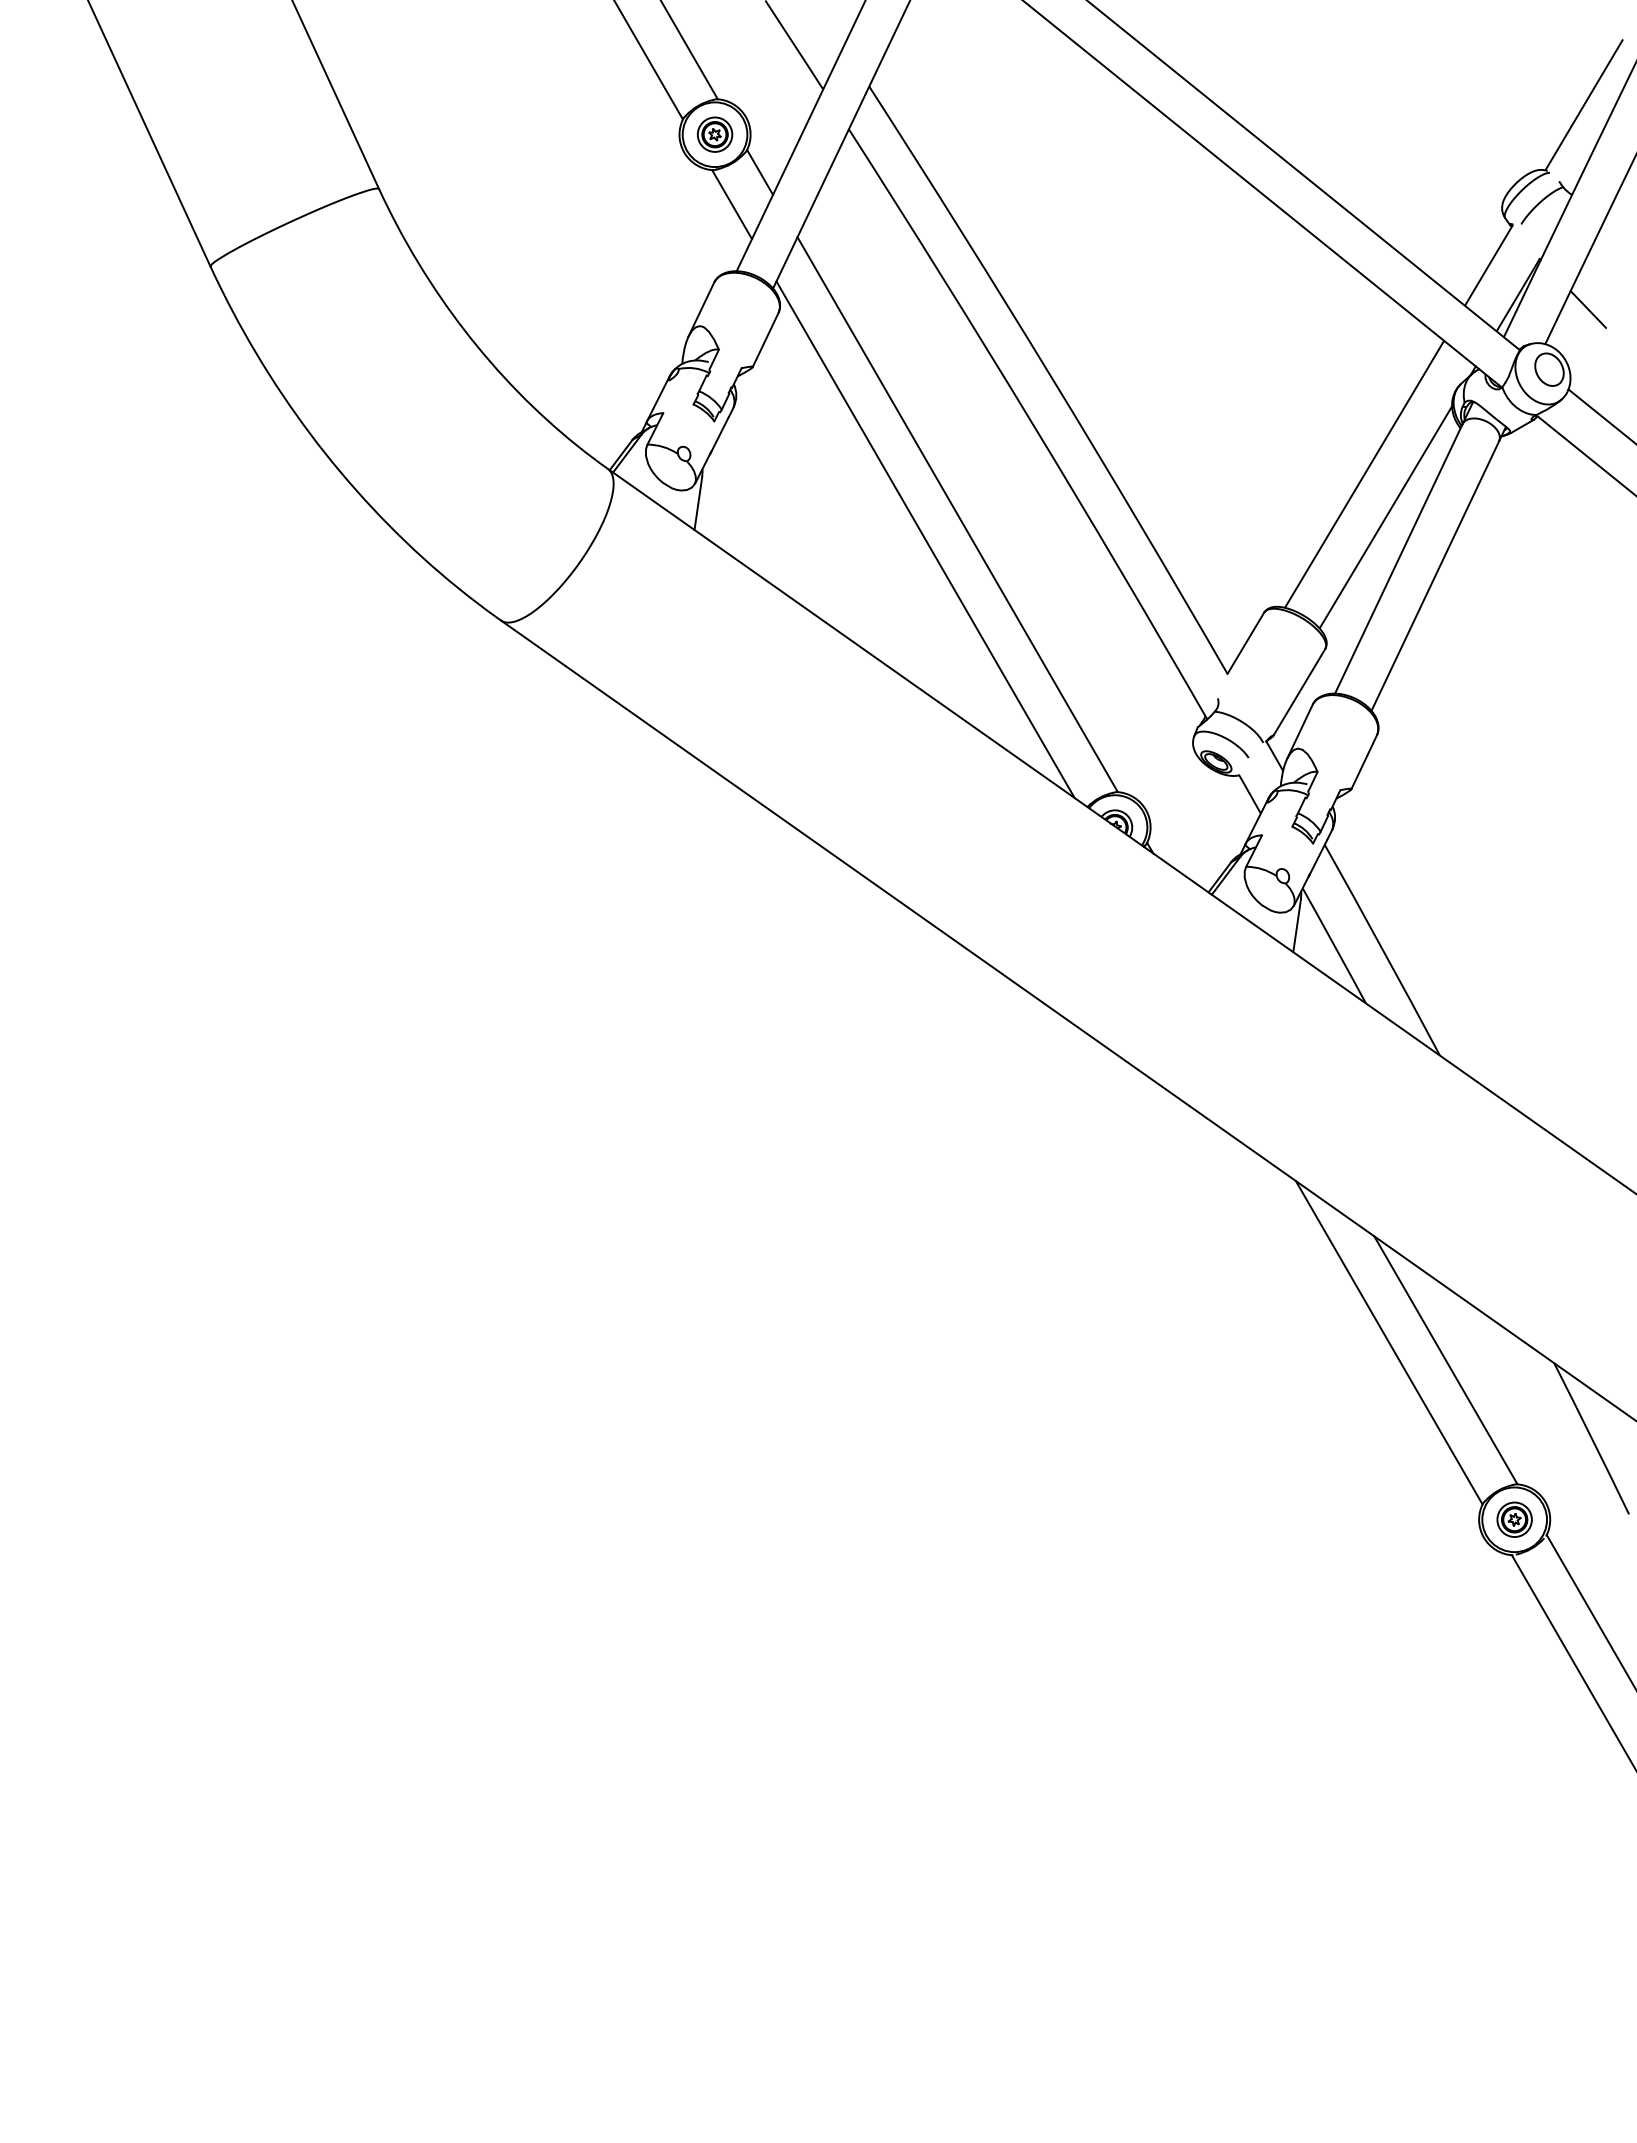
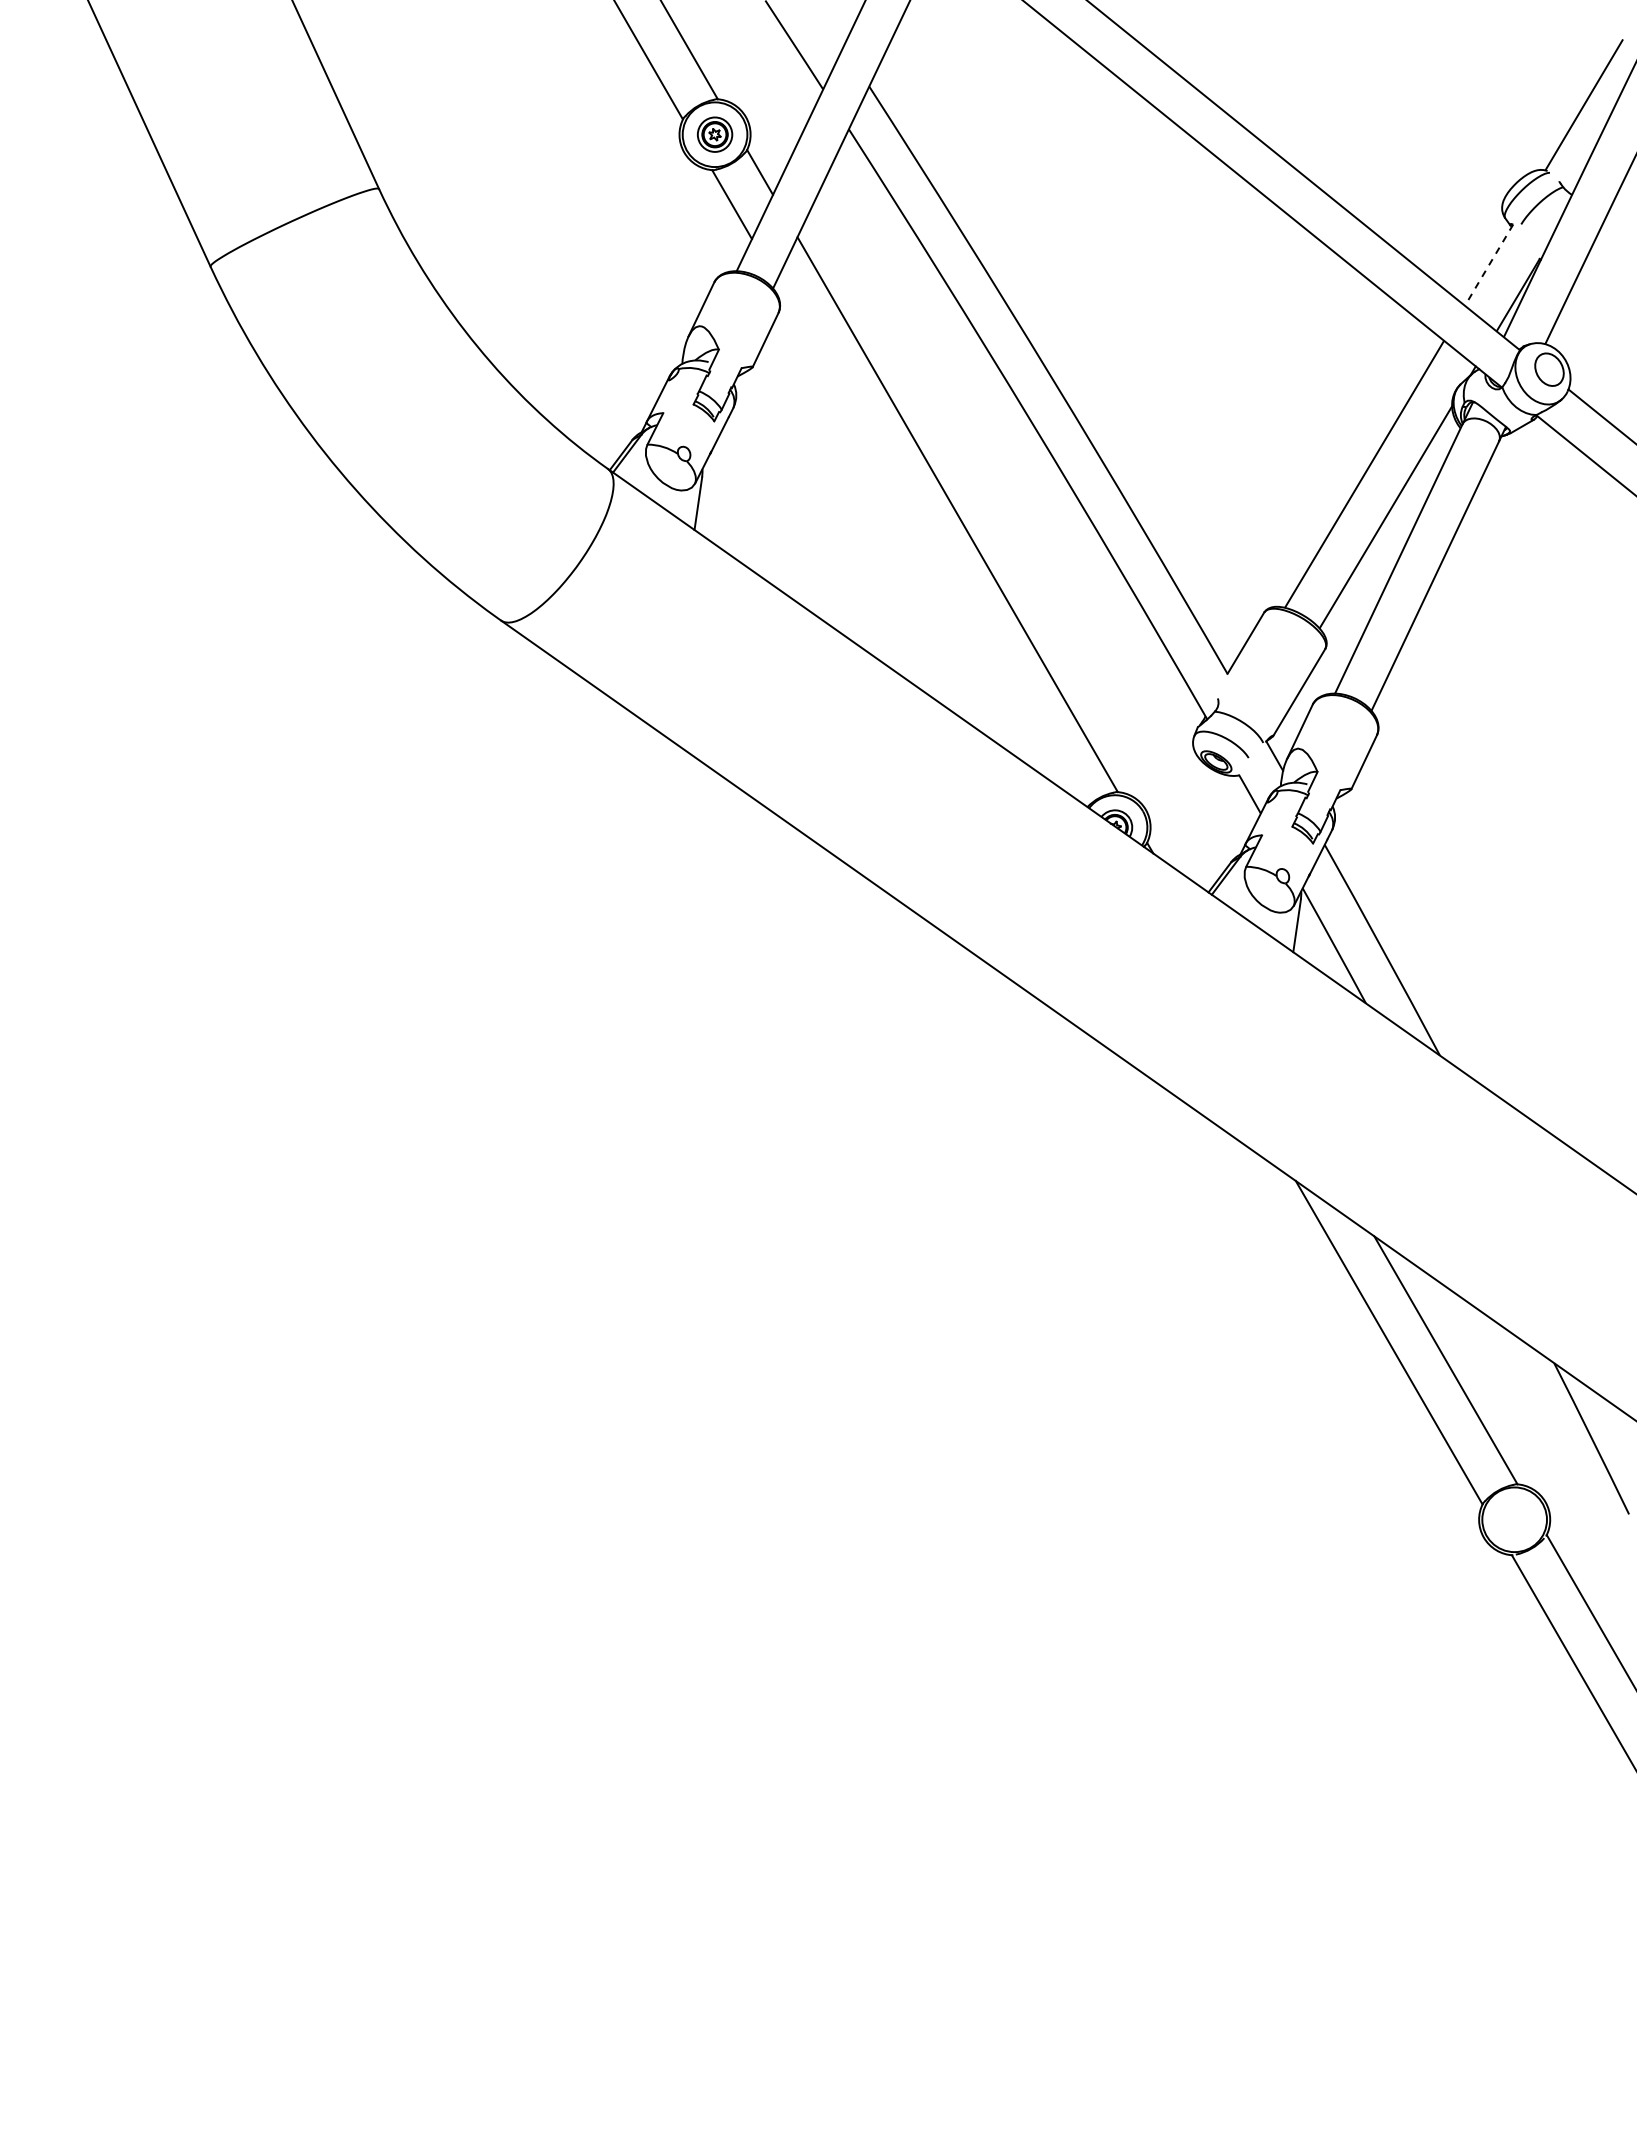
line at (1488, 265): solid -> dashed
line at (1588, 309): present -> none
line at (925, 539): present -> none
part at (1514, 1519): present -> none
